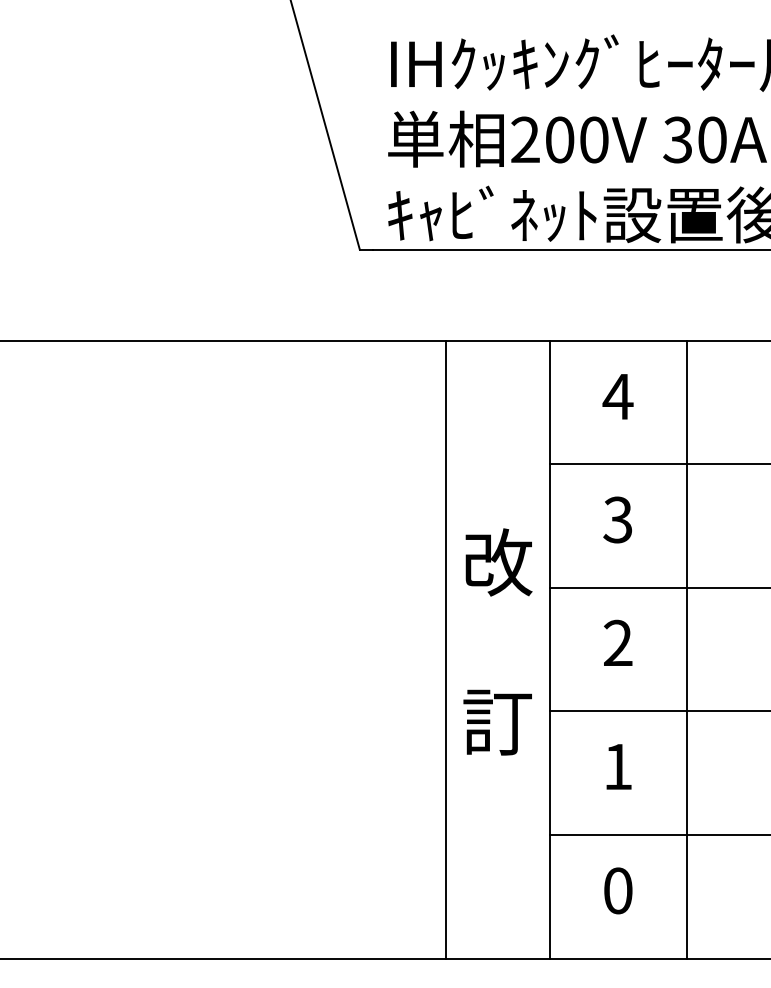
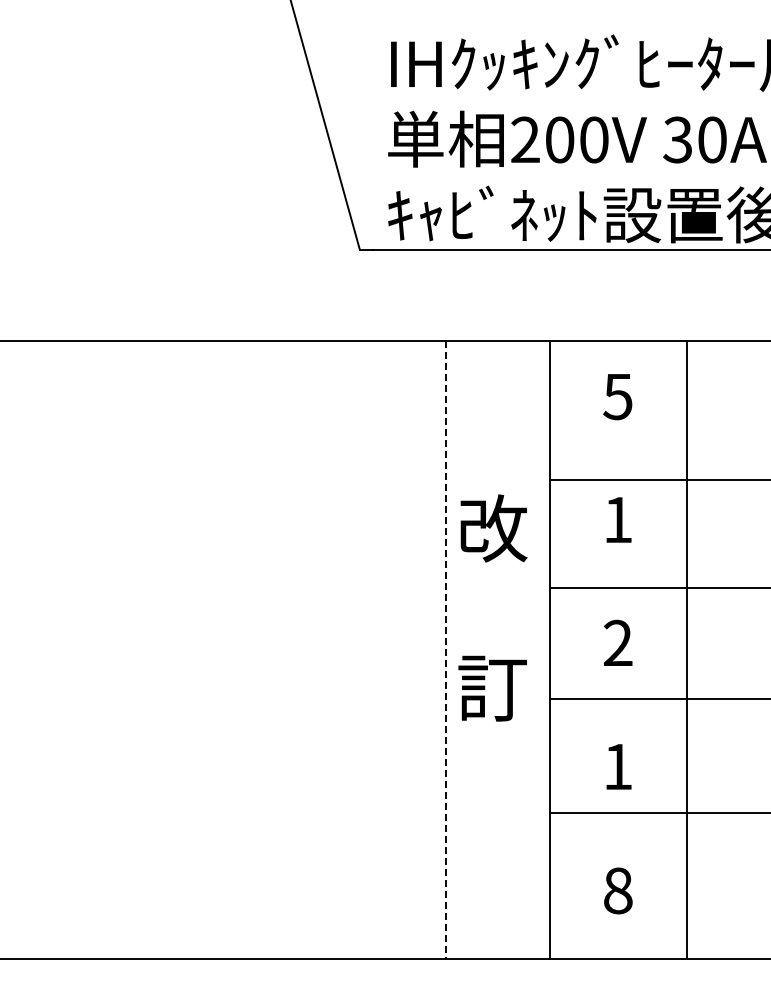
text at (617, 397): 4 -> 5
line at (658, 464) position: (658, 464) -> (658, 480)
text at (617, 519): 3 -> 1
text at (497, 641) position: (497, 641) -> (492, 607)
line at (445, 649): solid -> dashed
line at (658, 710) position: (658, 710) -> (658, 698)
line at (658, 834) position: (658, 834) -> (658, 812)
text at (618, 890): 0 -> 8
